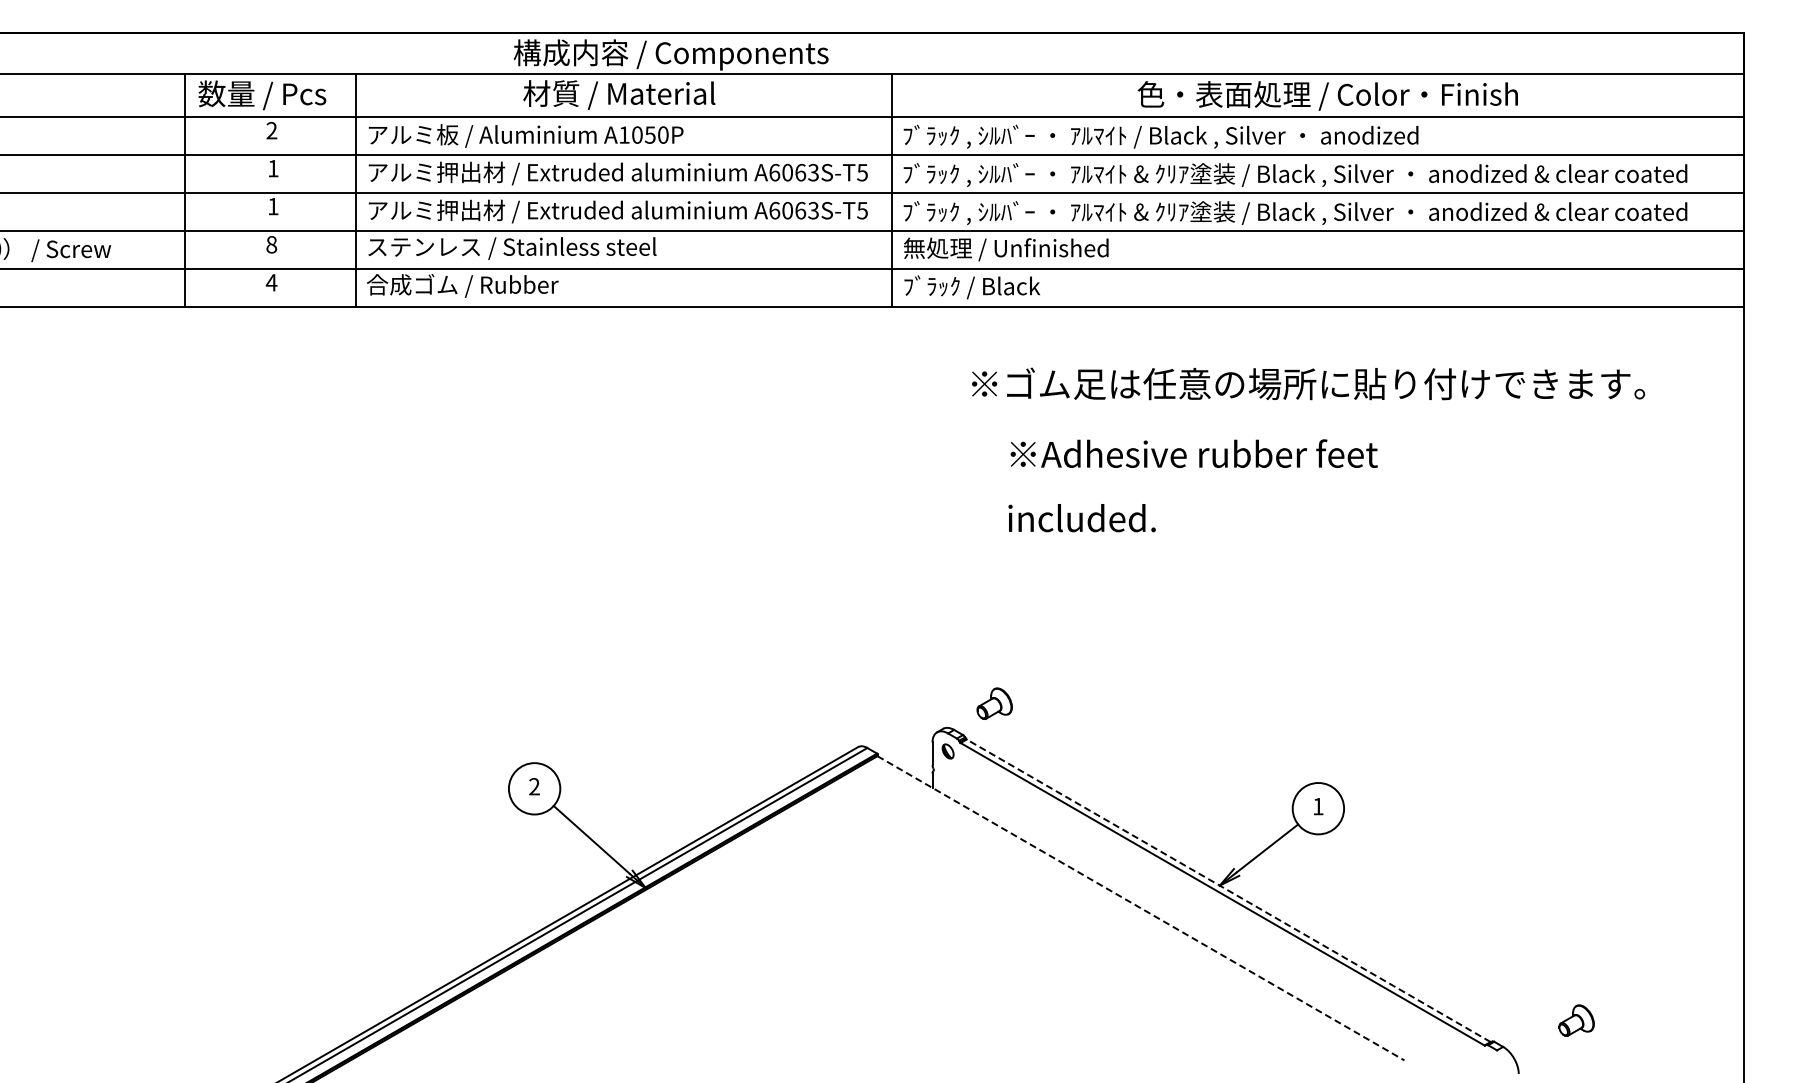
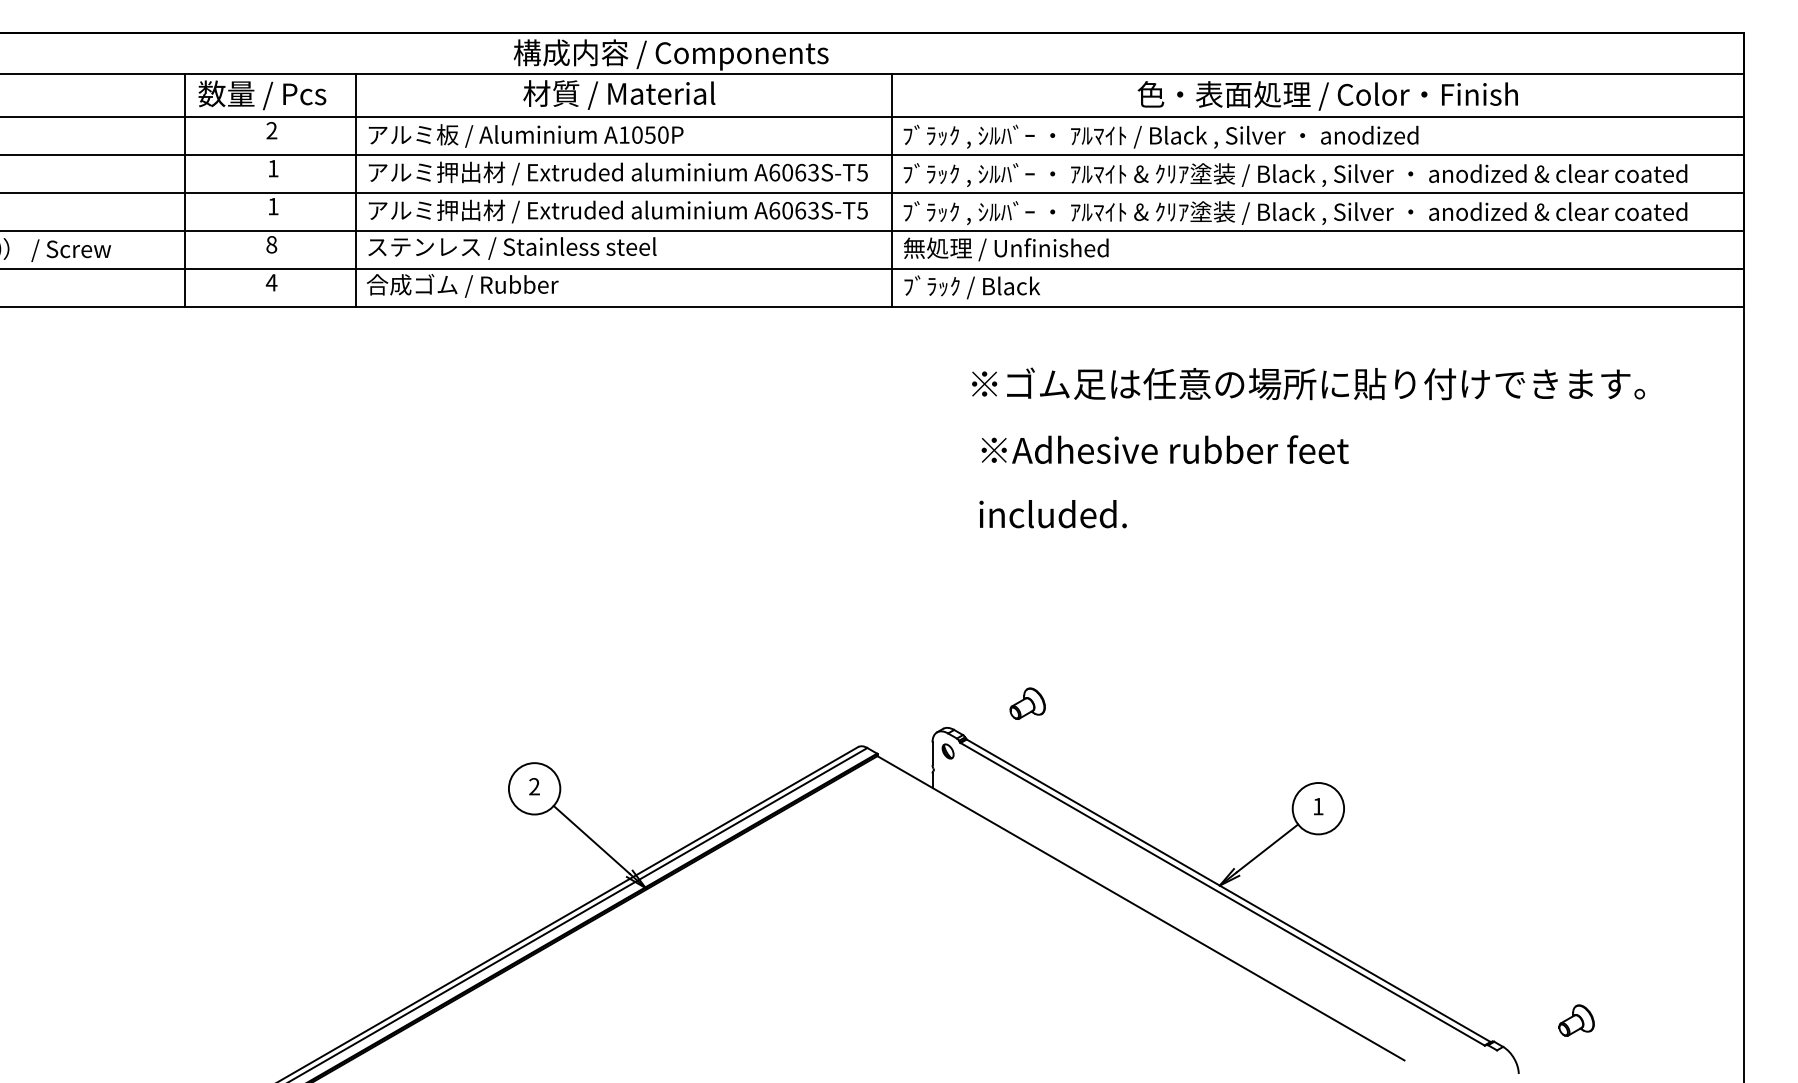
text at (1192, 485) position: (1192, 485) -> (1163, 481)
part at (994, 703) position: (994, 703) -> (1027, 703)
line at (1228, 890): dashed -> solid
line at (1141, 908): dashed -> solid
